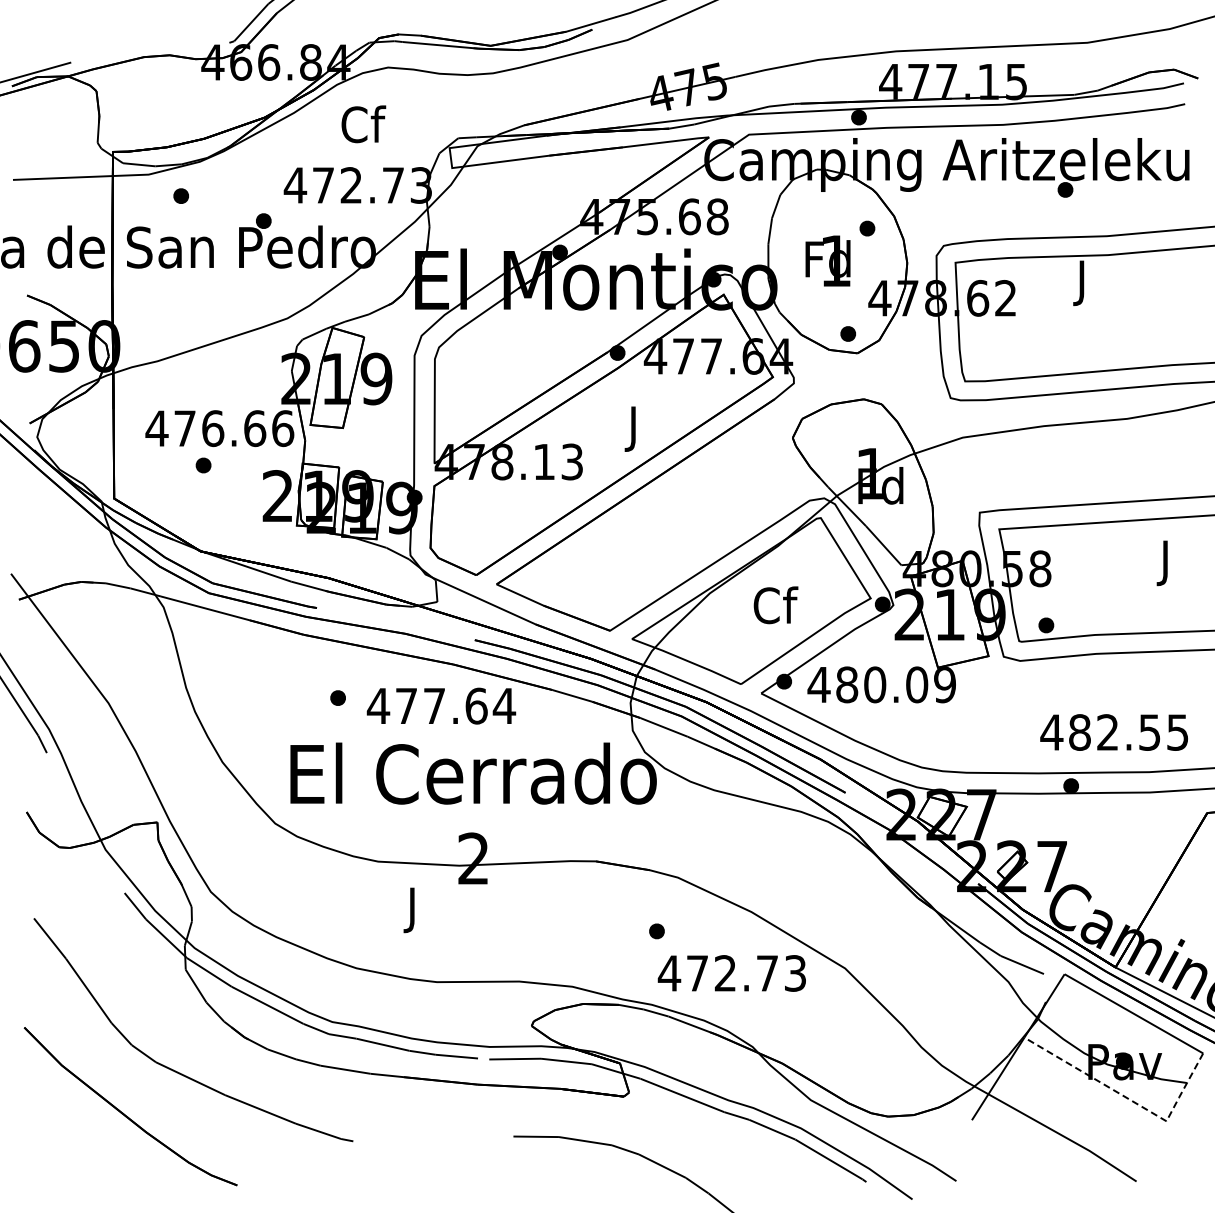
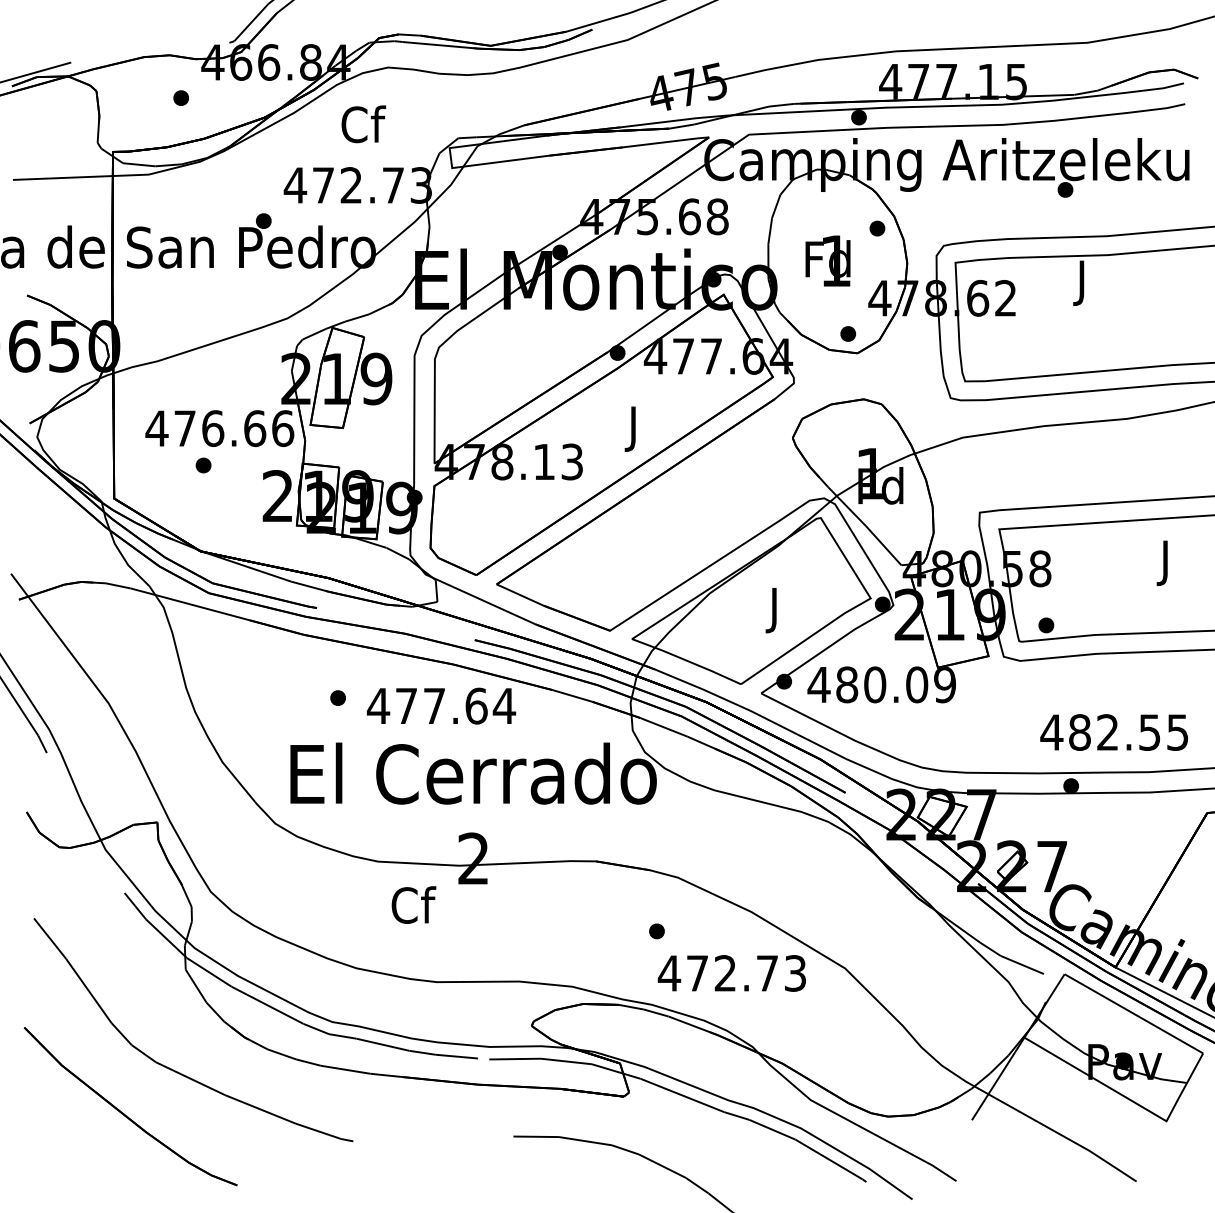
part at (180, 195) position: (180, 195) -> (180, 97)
part at (867, 228) position: (867, 228) -> (877, 228)
text at (775, 609): Cf -> J
text at (413, 909): J -> Cf
line at (1129, 1099): dashed -> solid
